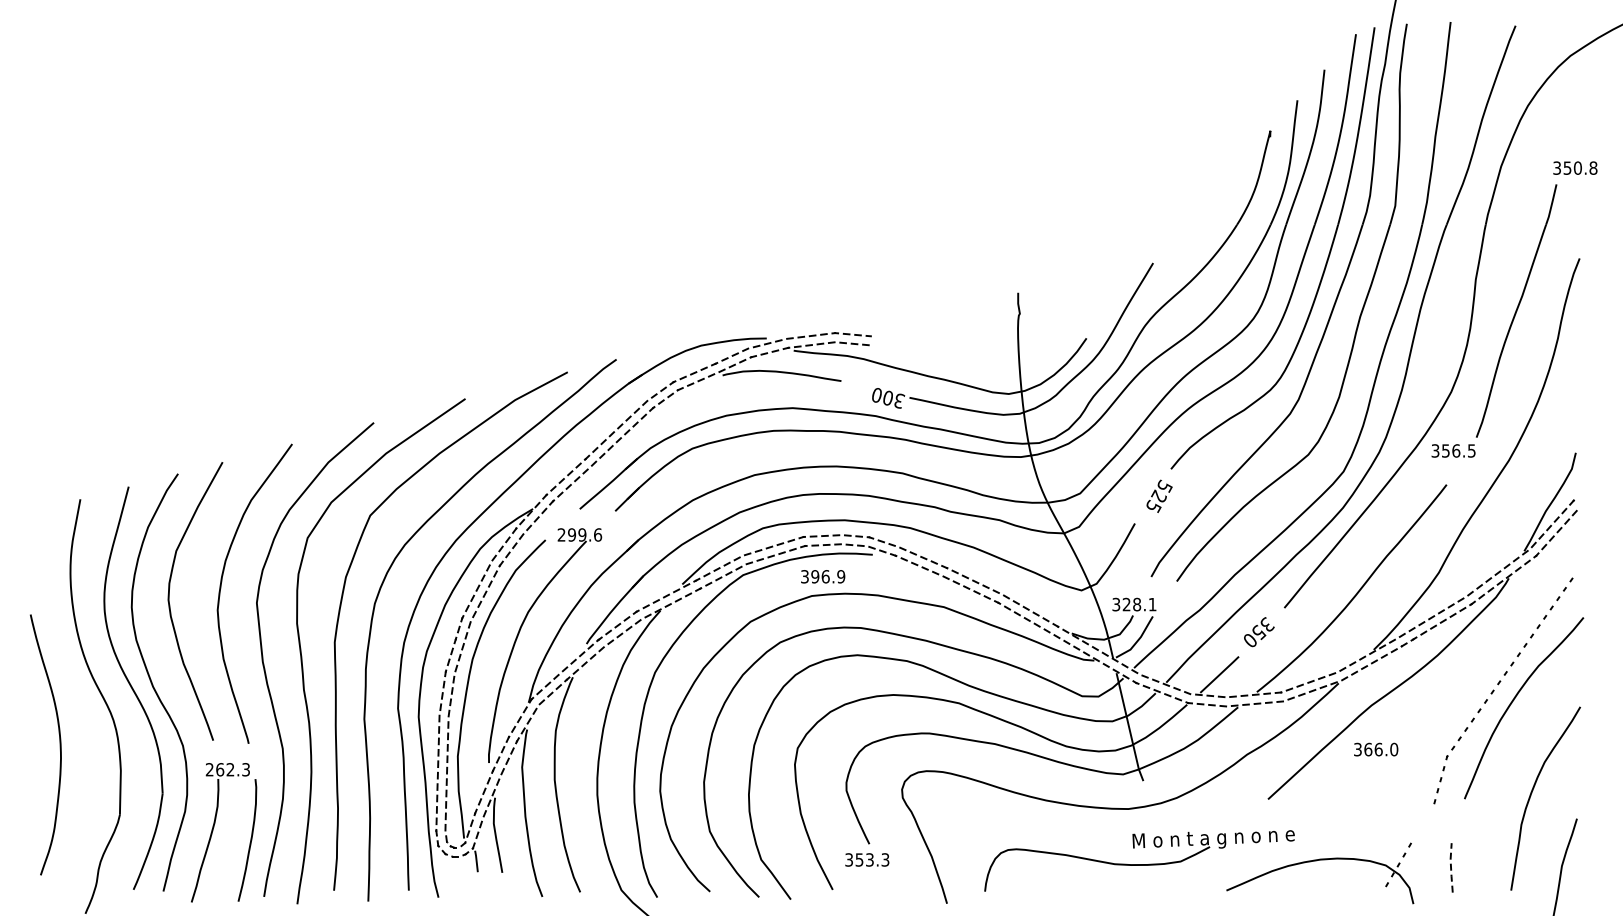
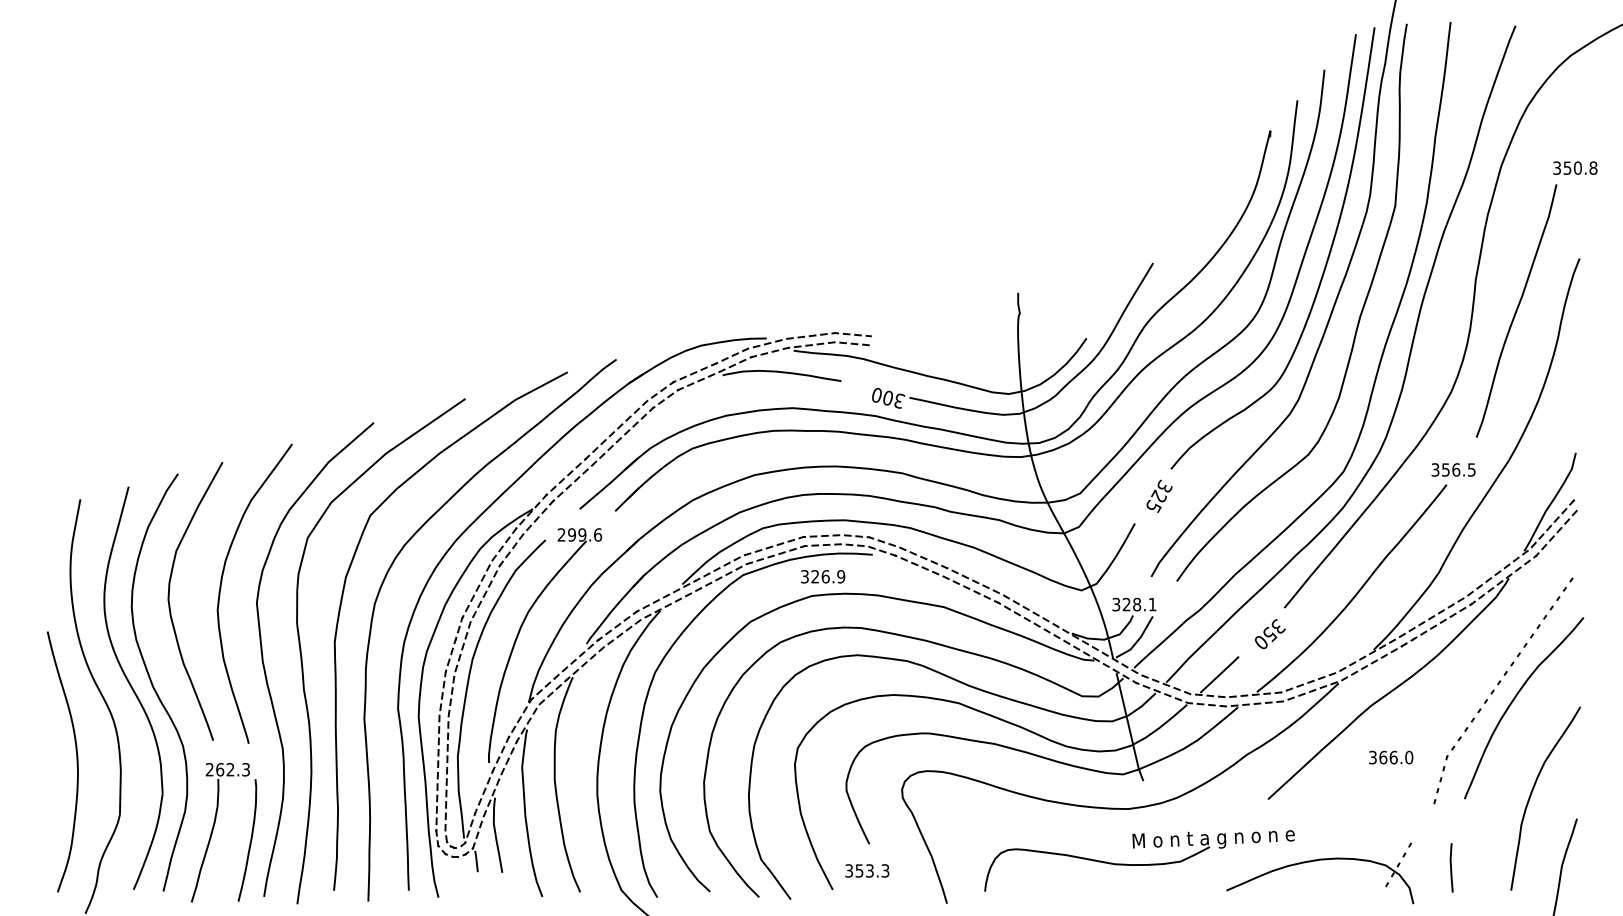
text at (1453, 450) position: (1453, 450) -> (1453, 469)
text at (1164, 487): 525 -> 325
text at (815, 576): 396.9 -> 326.9
text at (1259, 632) position: (1259, 632) -> (1270, 634)
curve at (59, 744) position: (59, 744) -> (76, 761)
text at (1376, 749) position: (1376, 749) -> (1391, 757)
text at (867, 859) position: (867, 859) -> (867, 870)
line at (1451, 867): dashed -> solid
